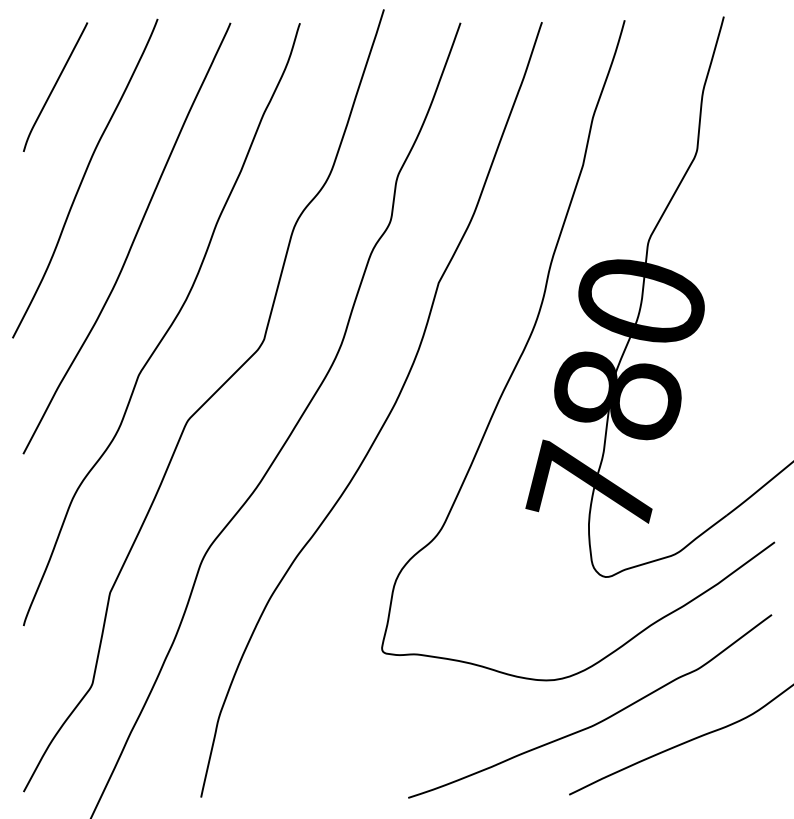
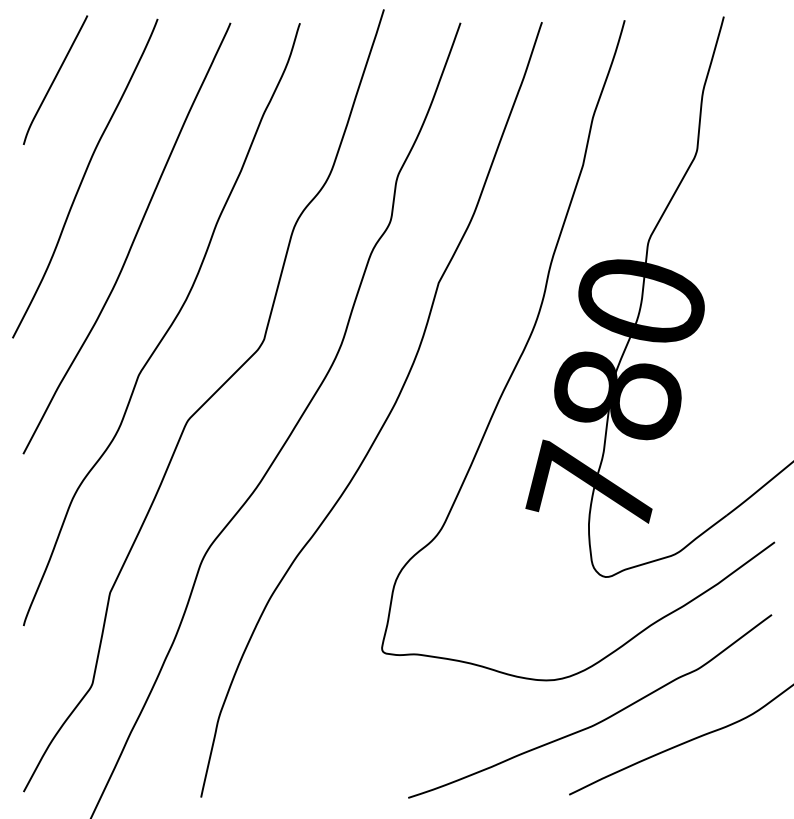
curve at (55, 86) position: (55, 86) -> (55, 79)
